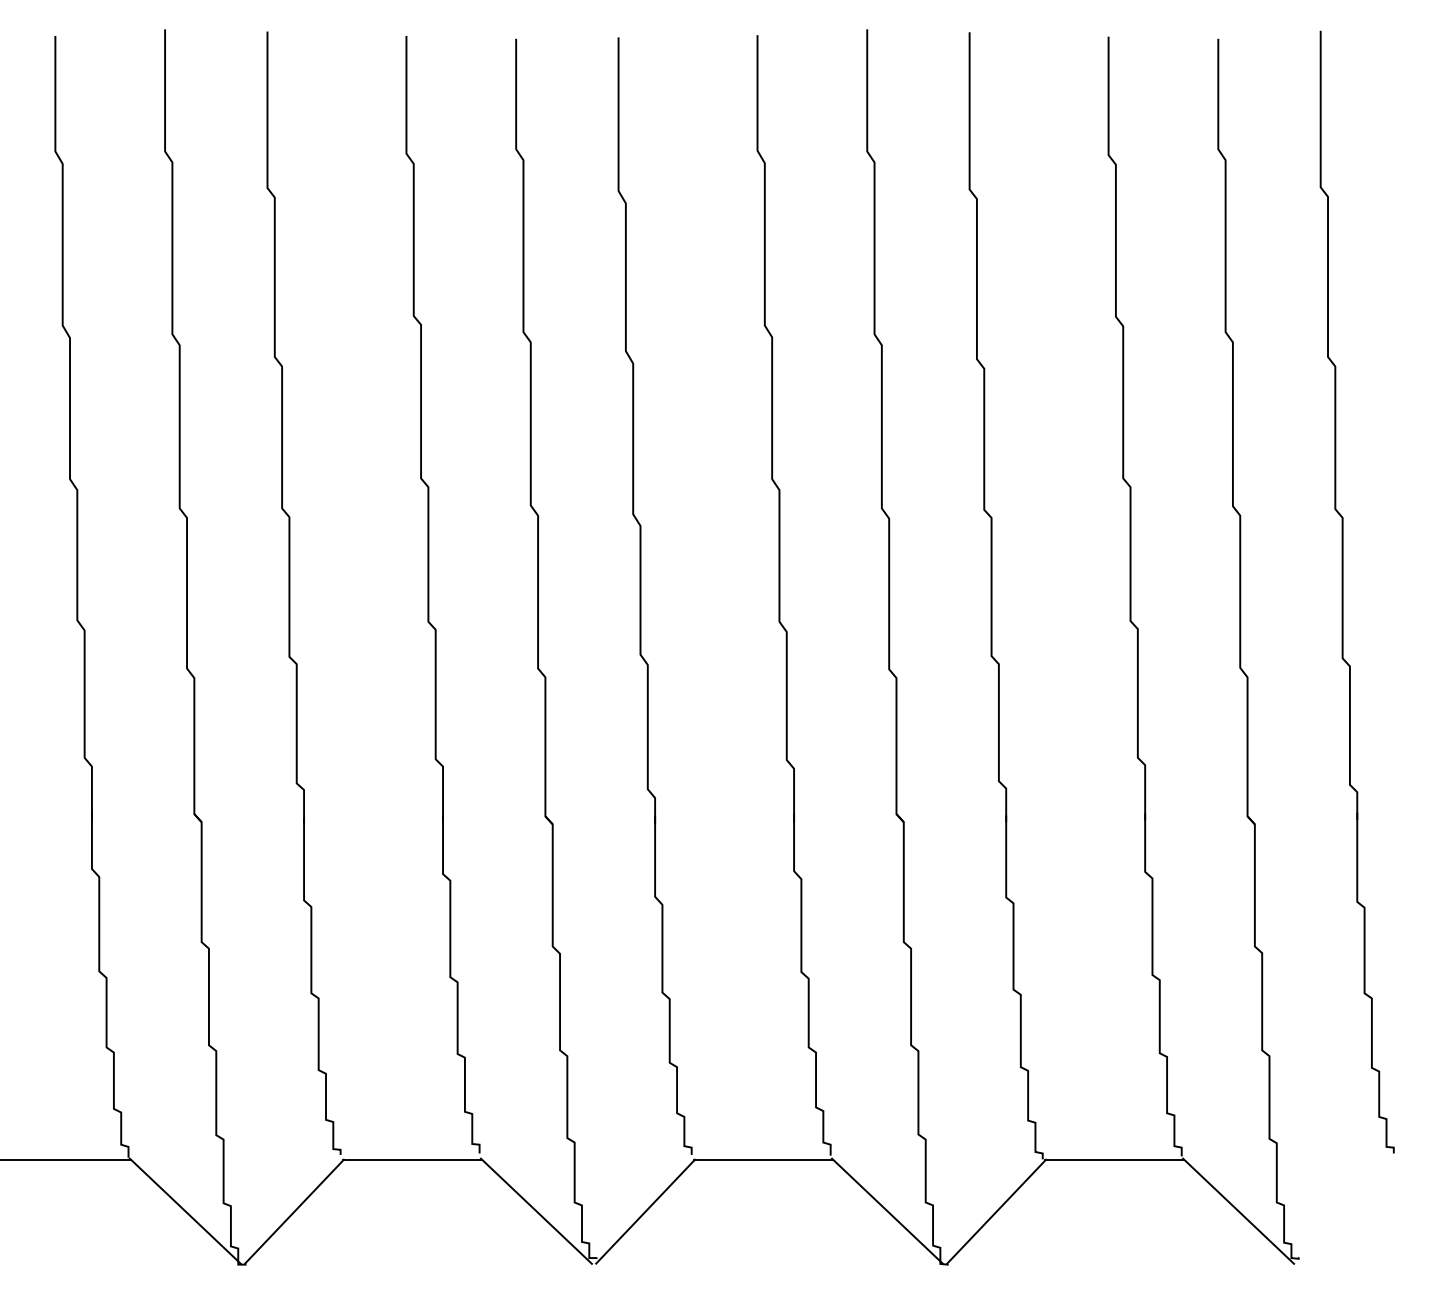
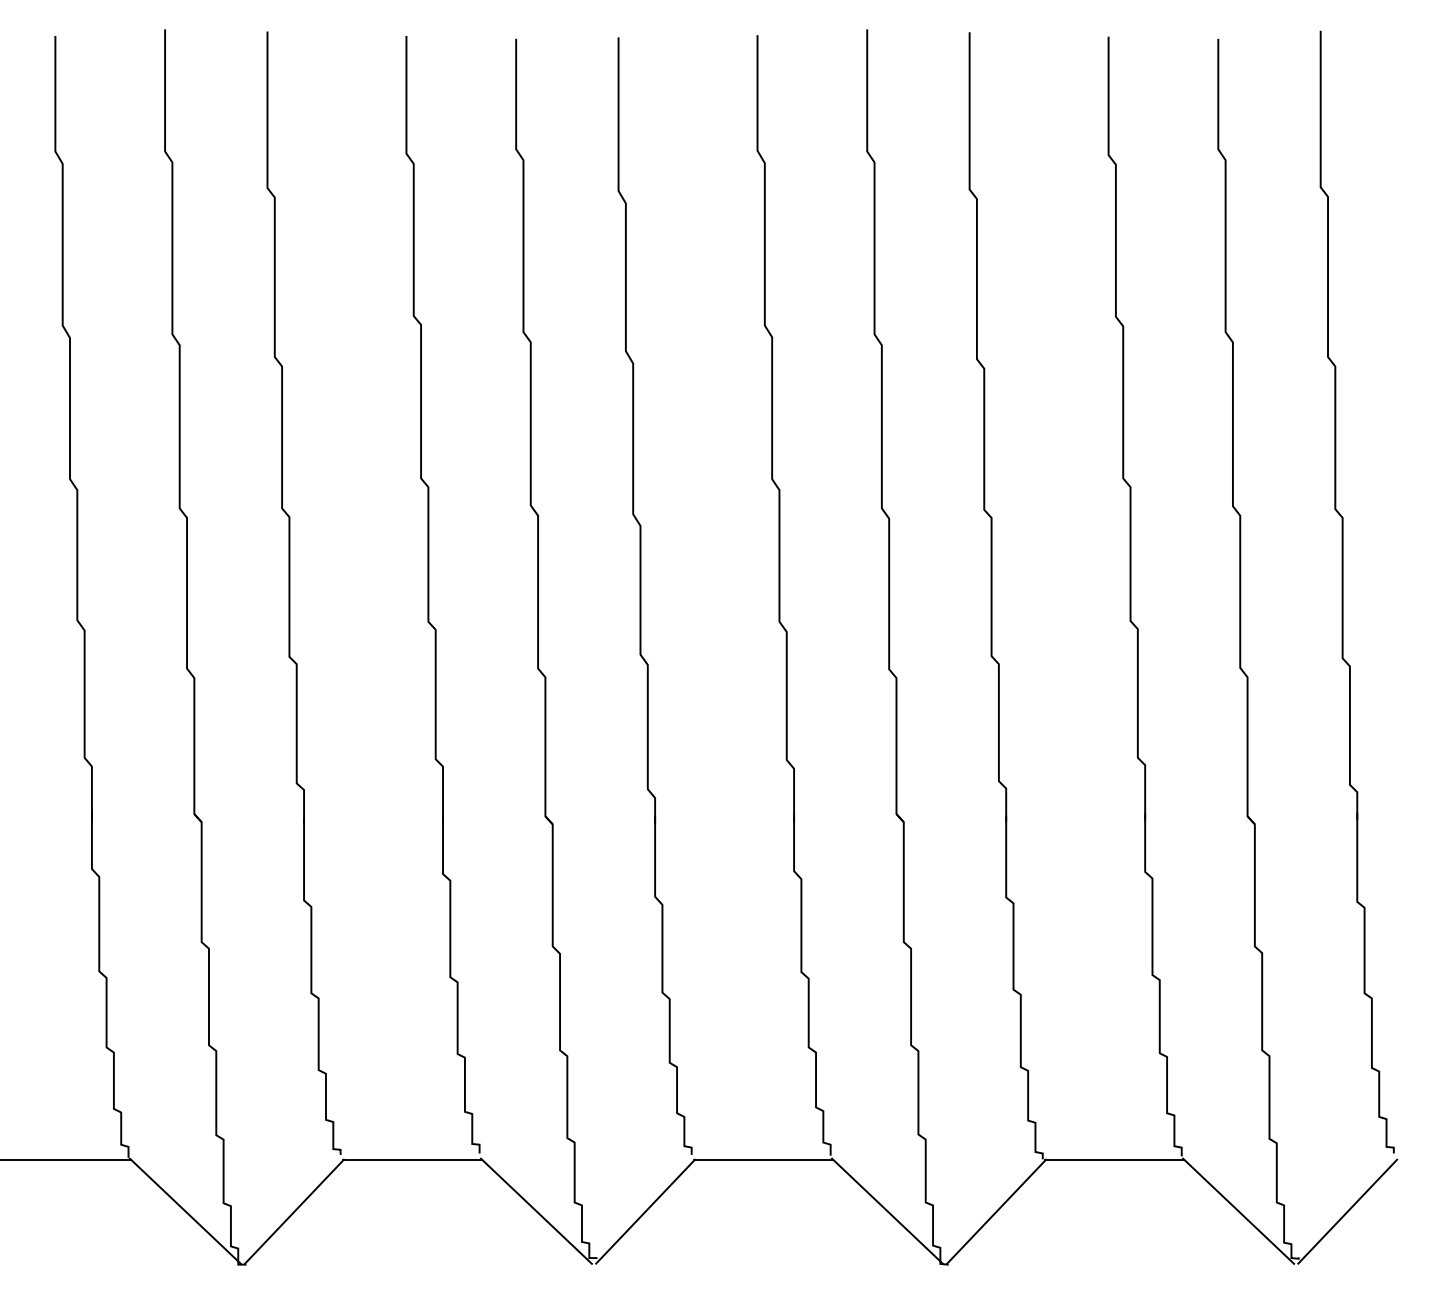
line at (1347, 1211): none -> present
